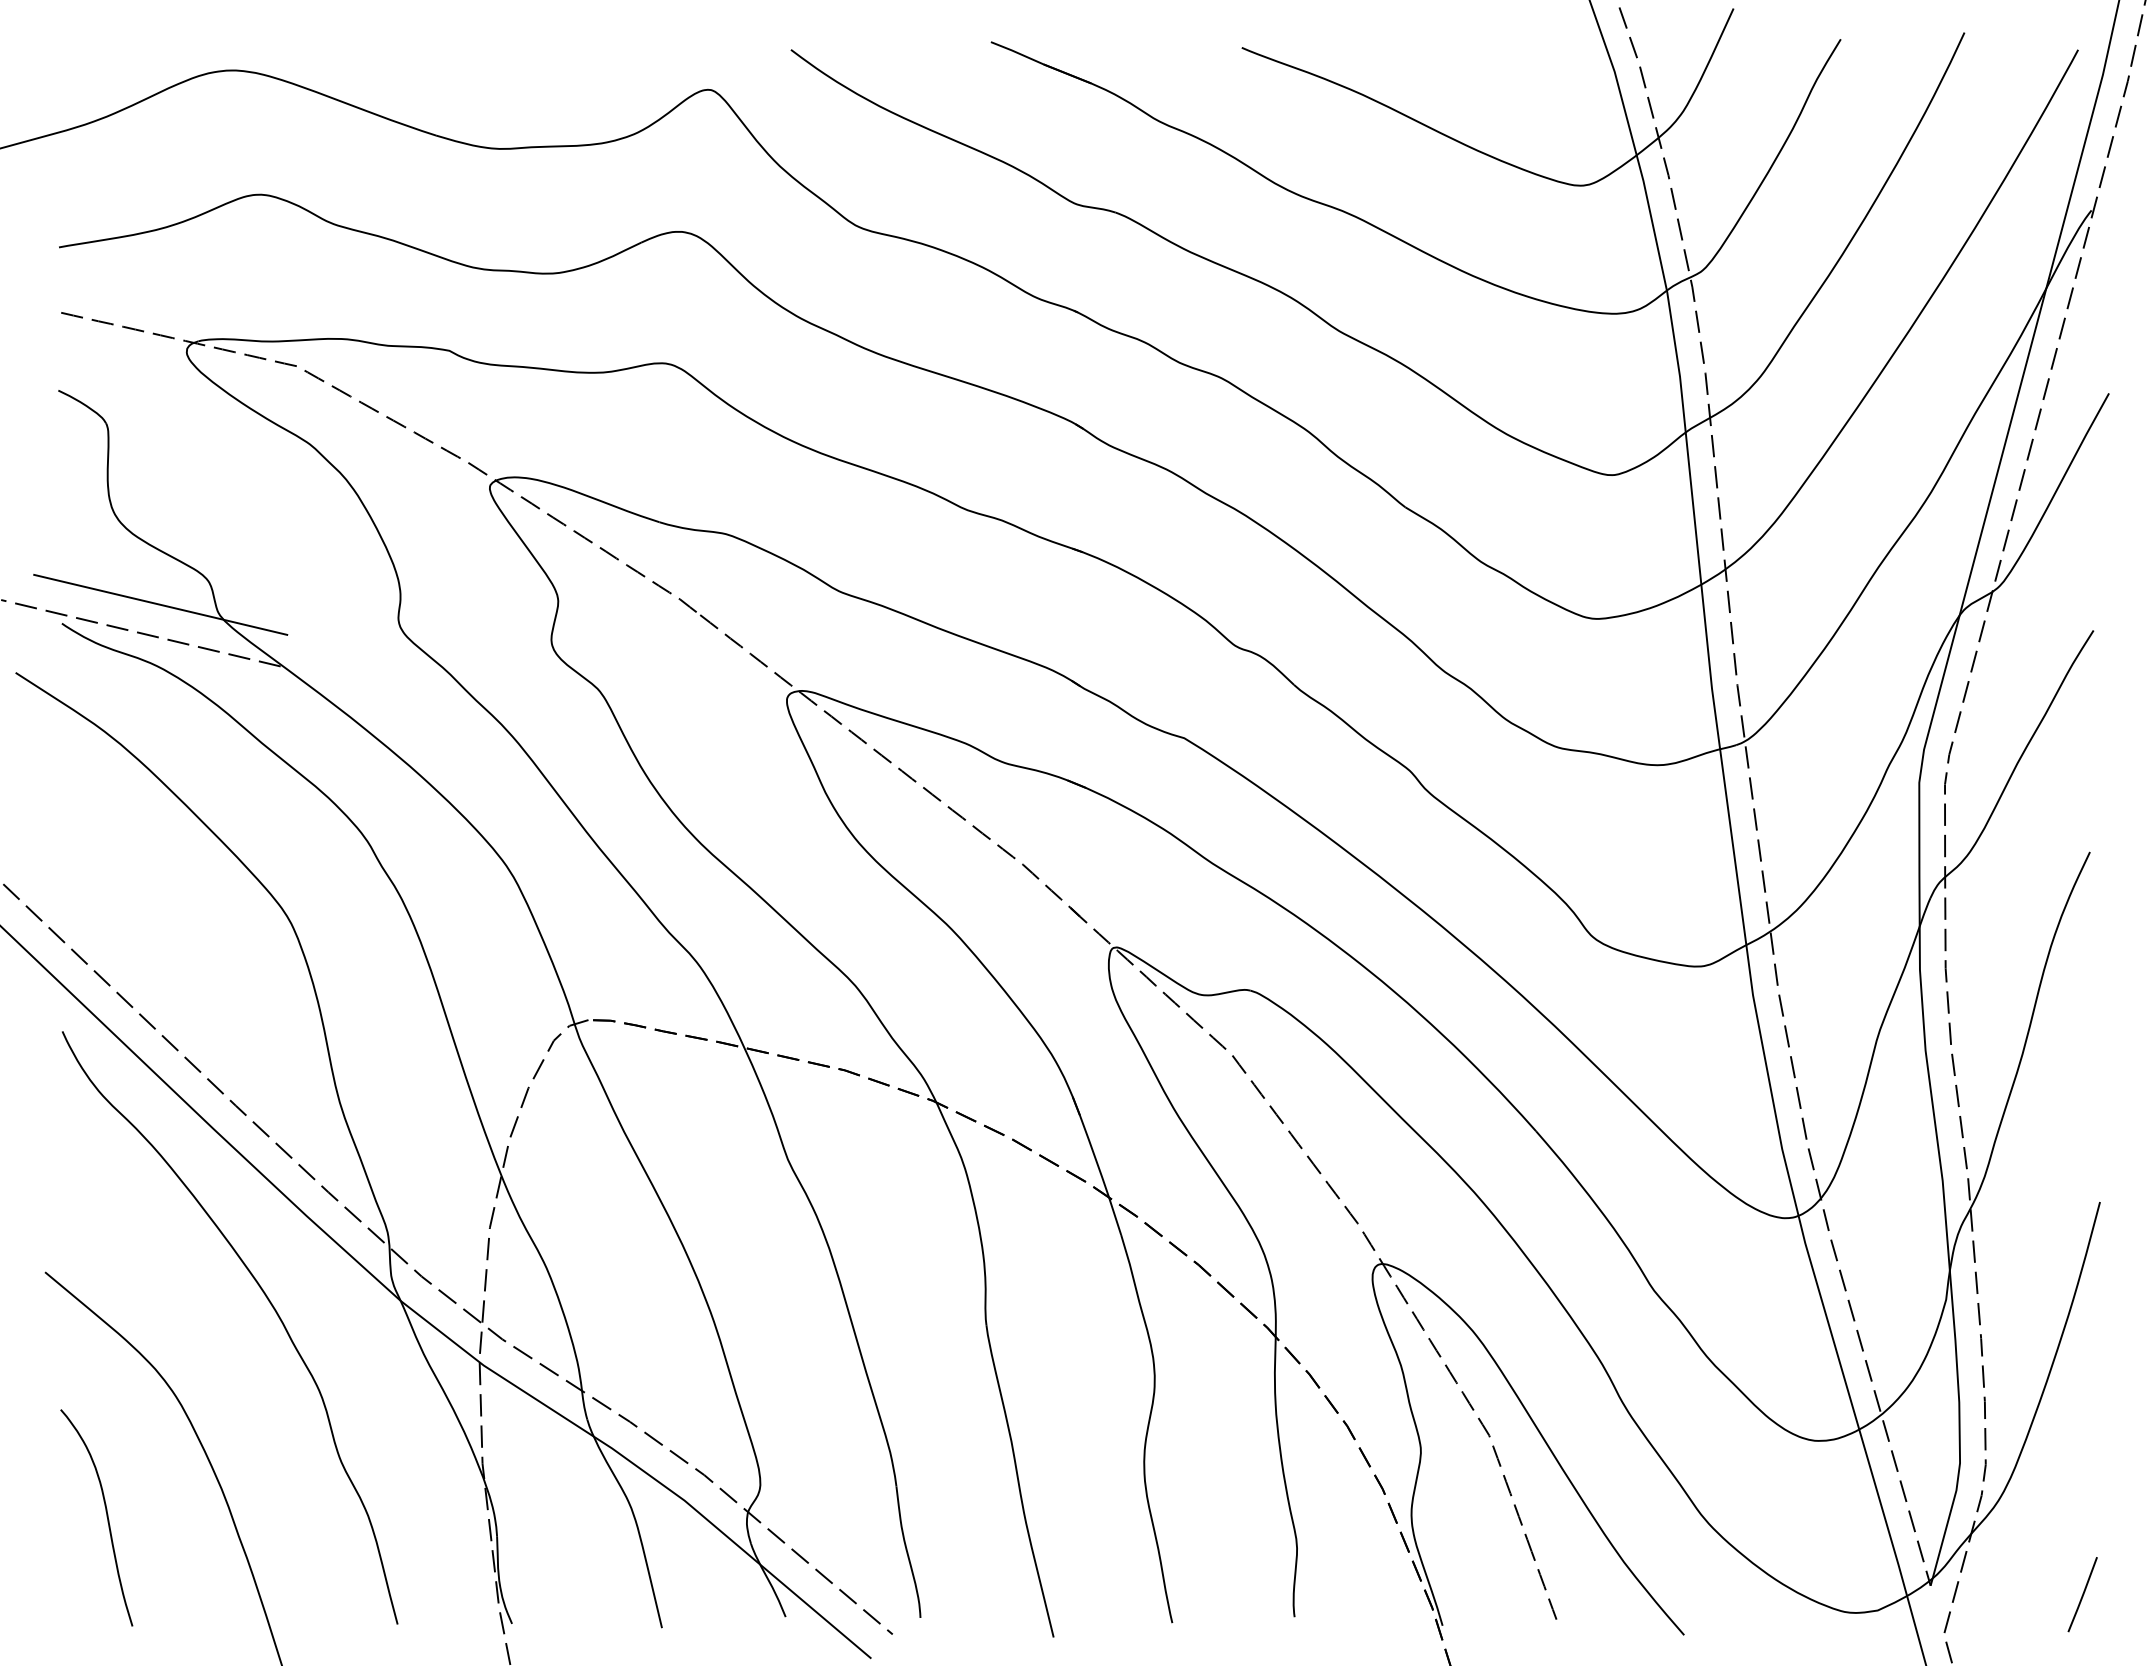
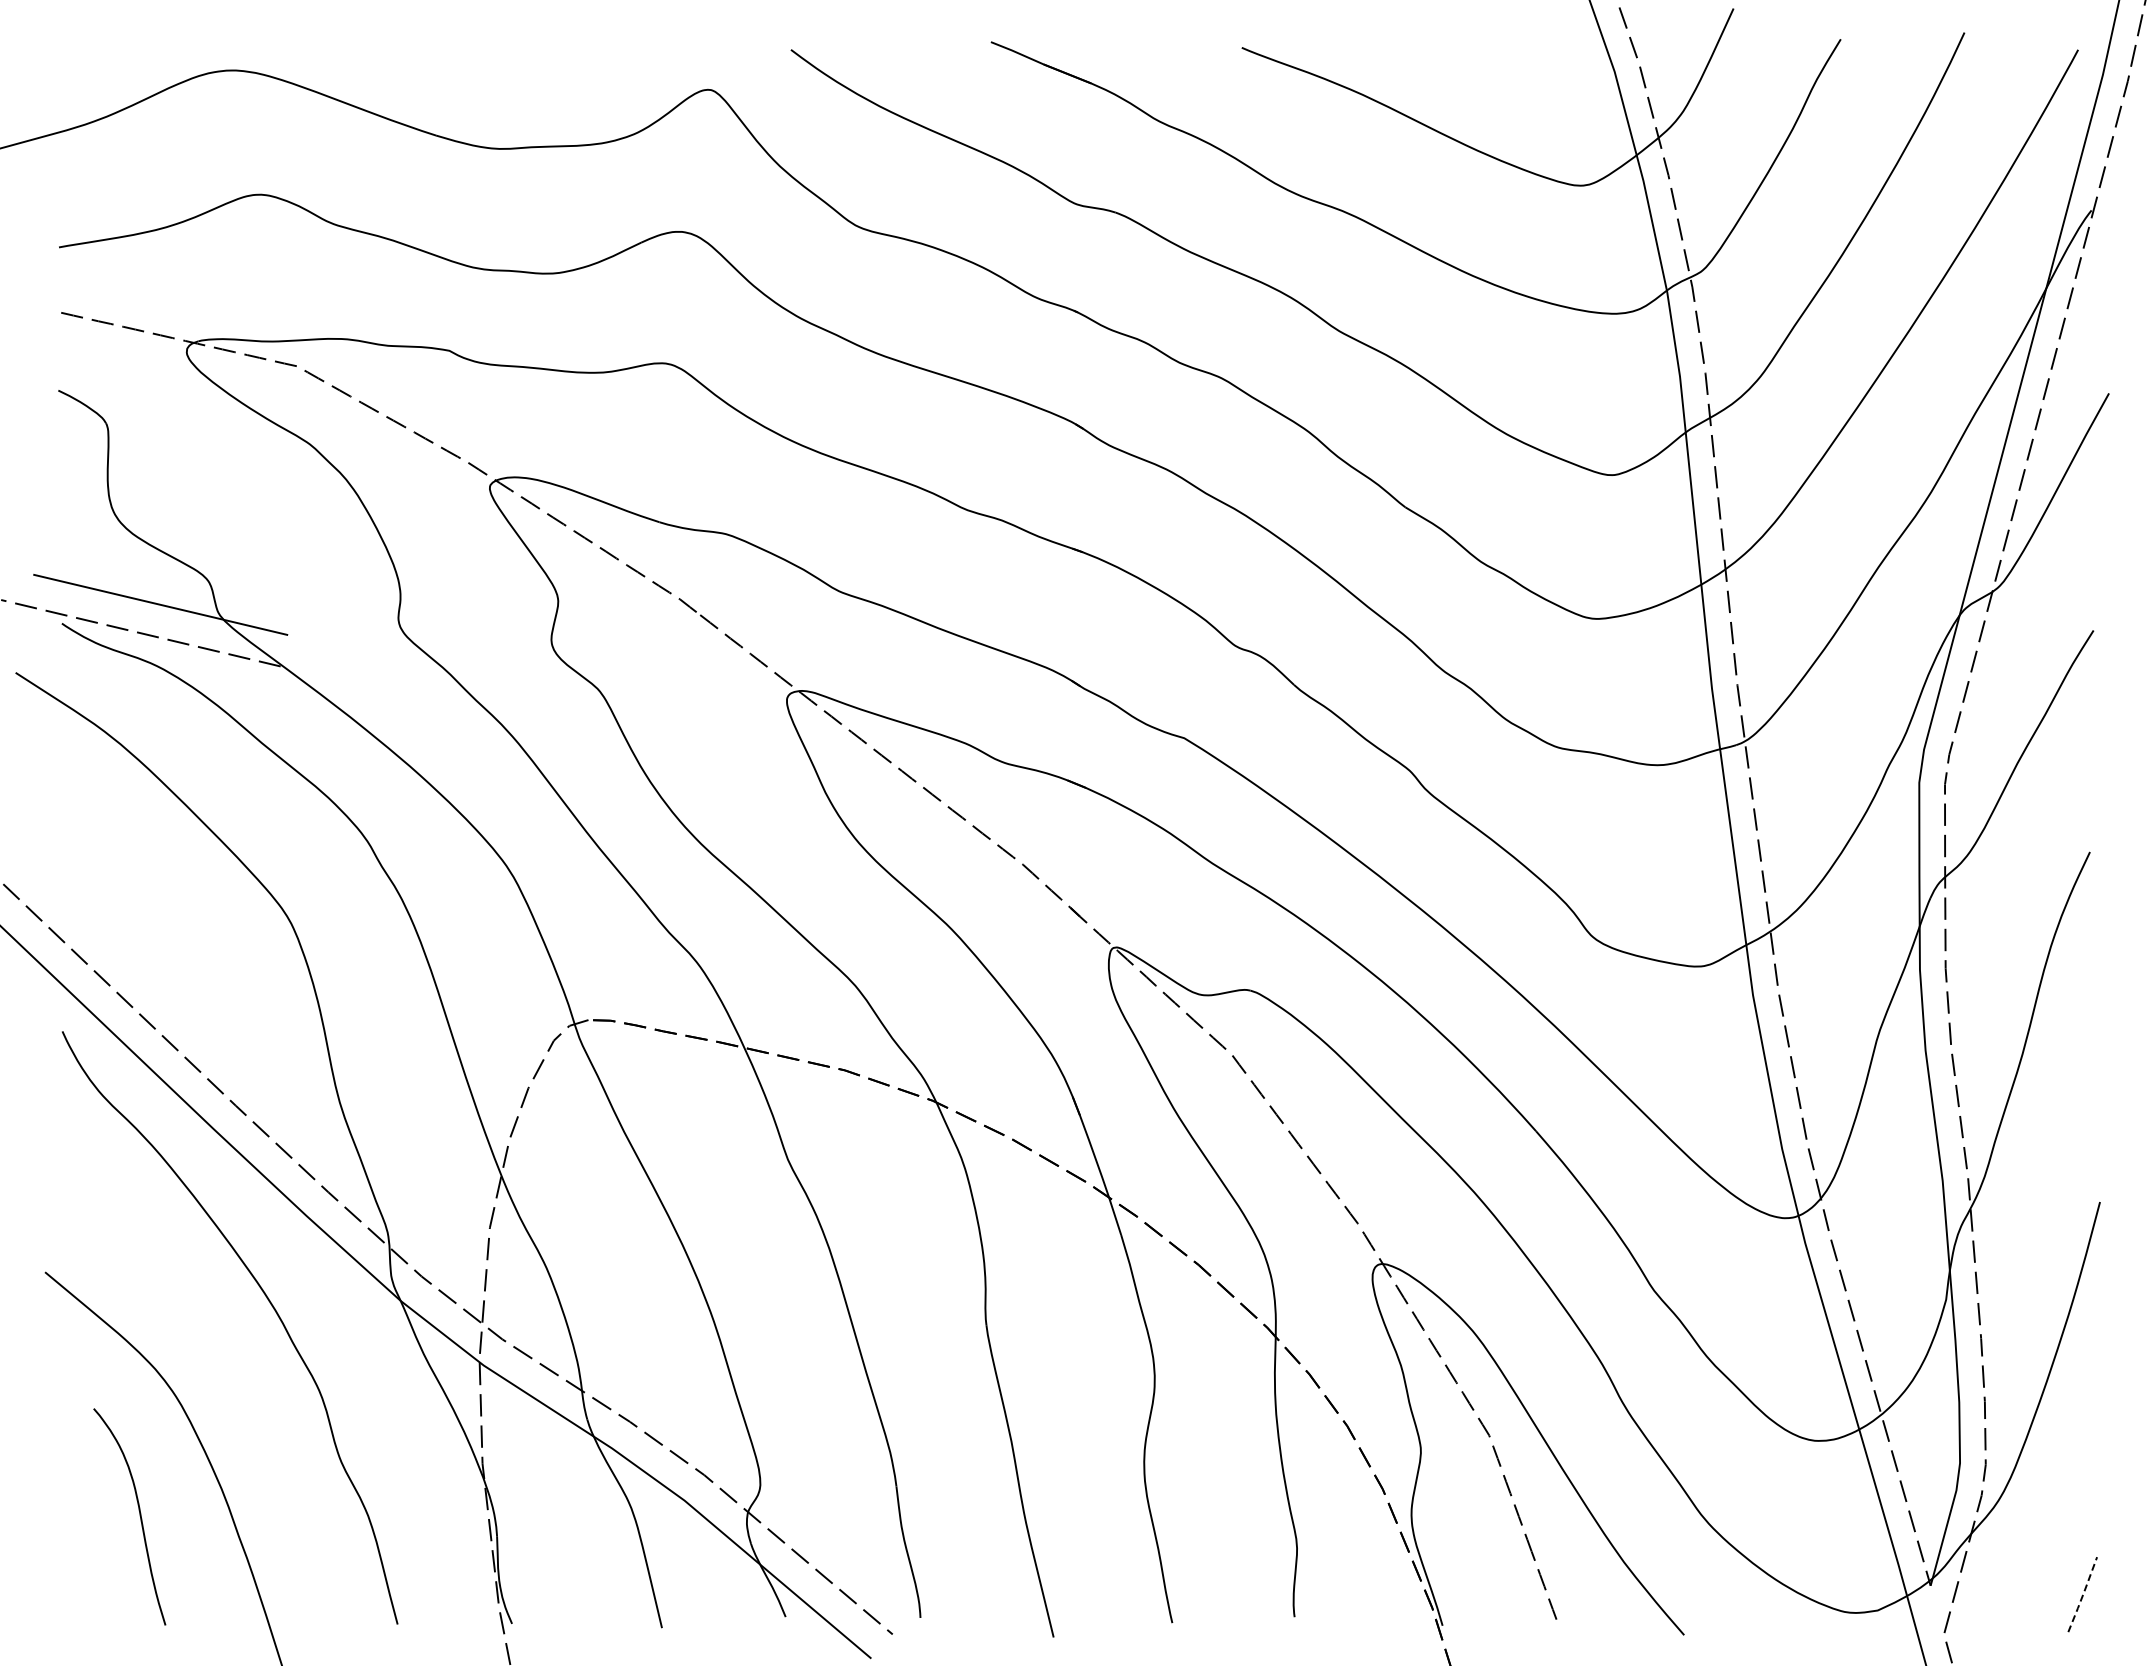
curve at (106, 1517) position: (106, 1517) -> (139, 1516)
line at (2083, 1594): solid -> dashed
